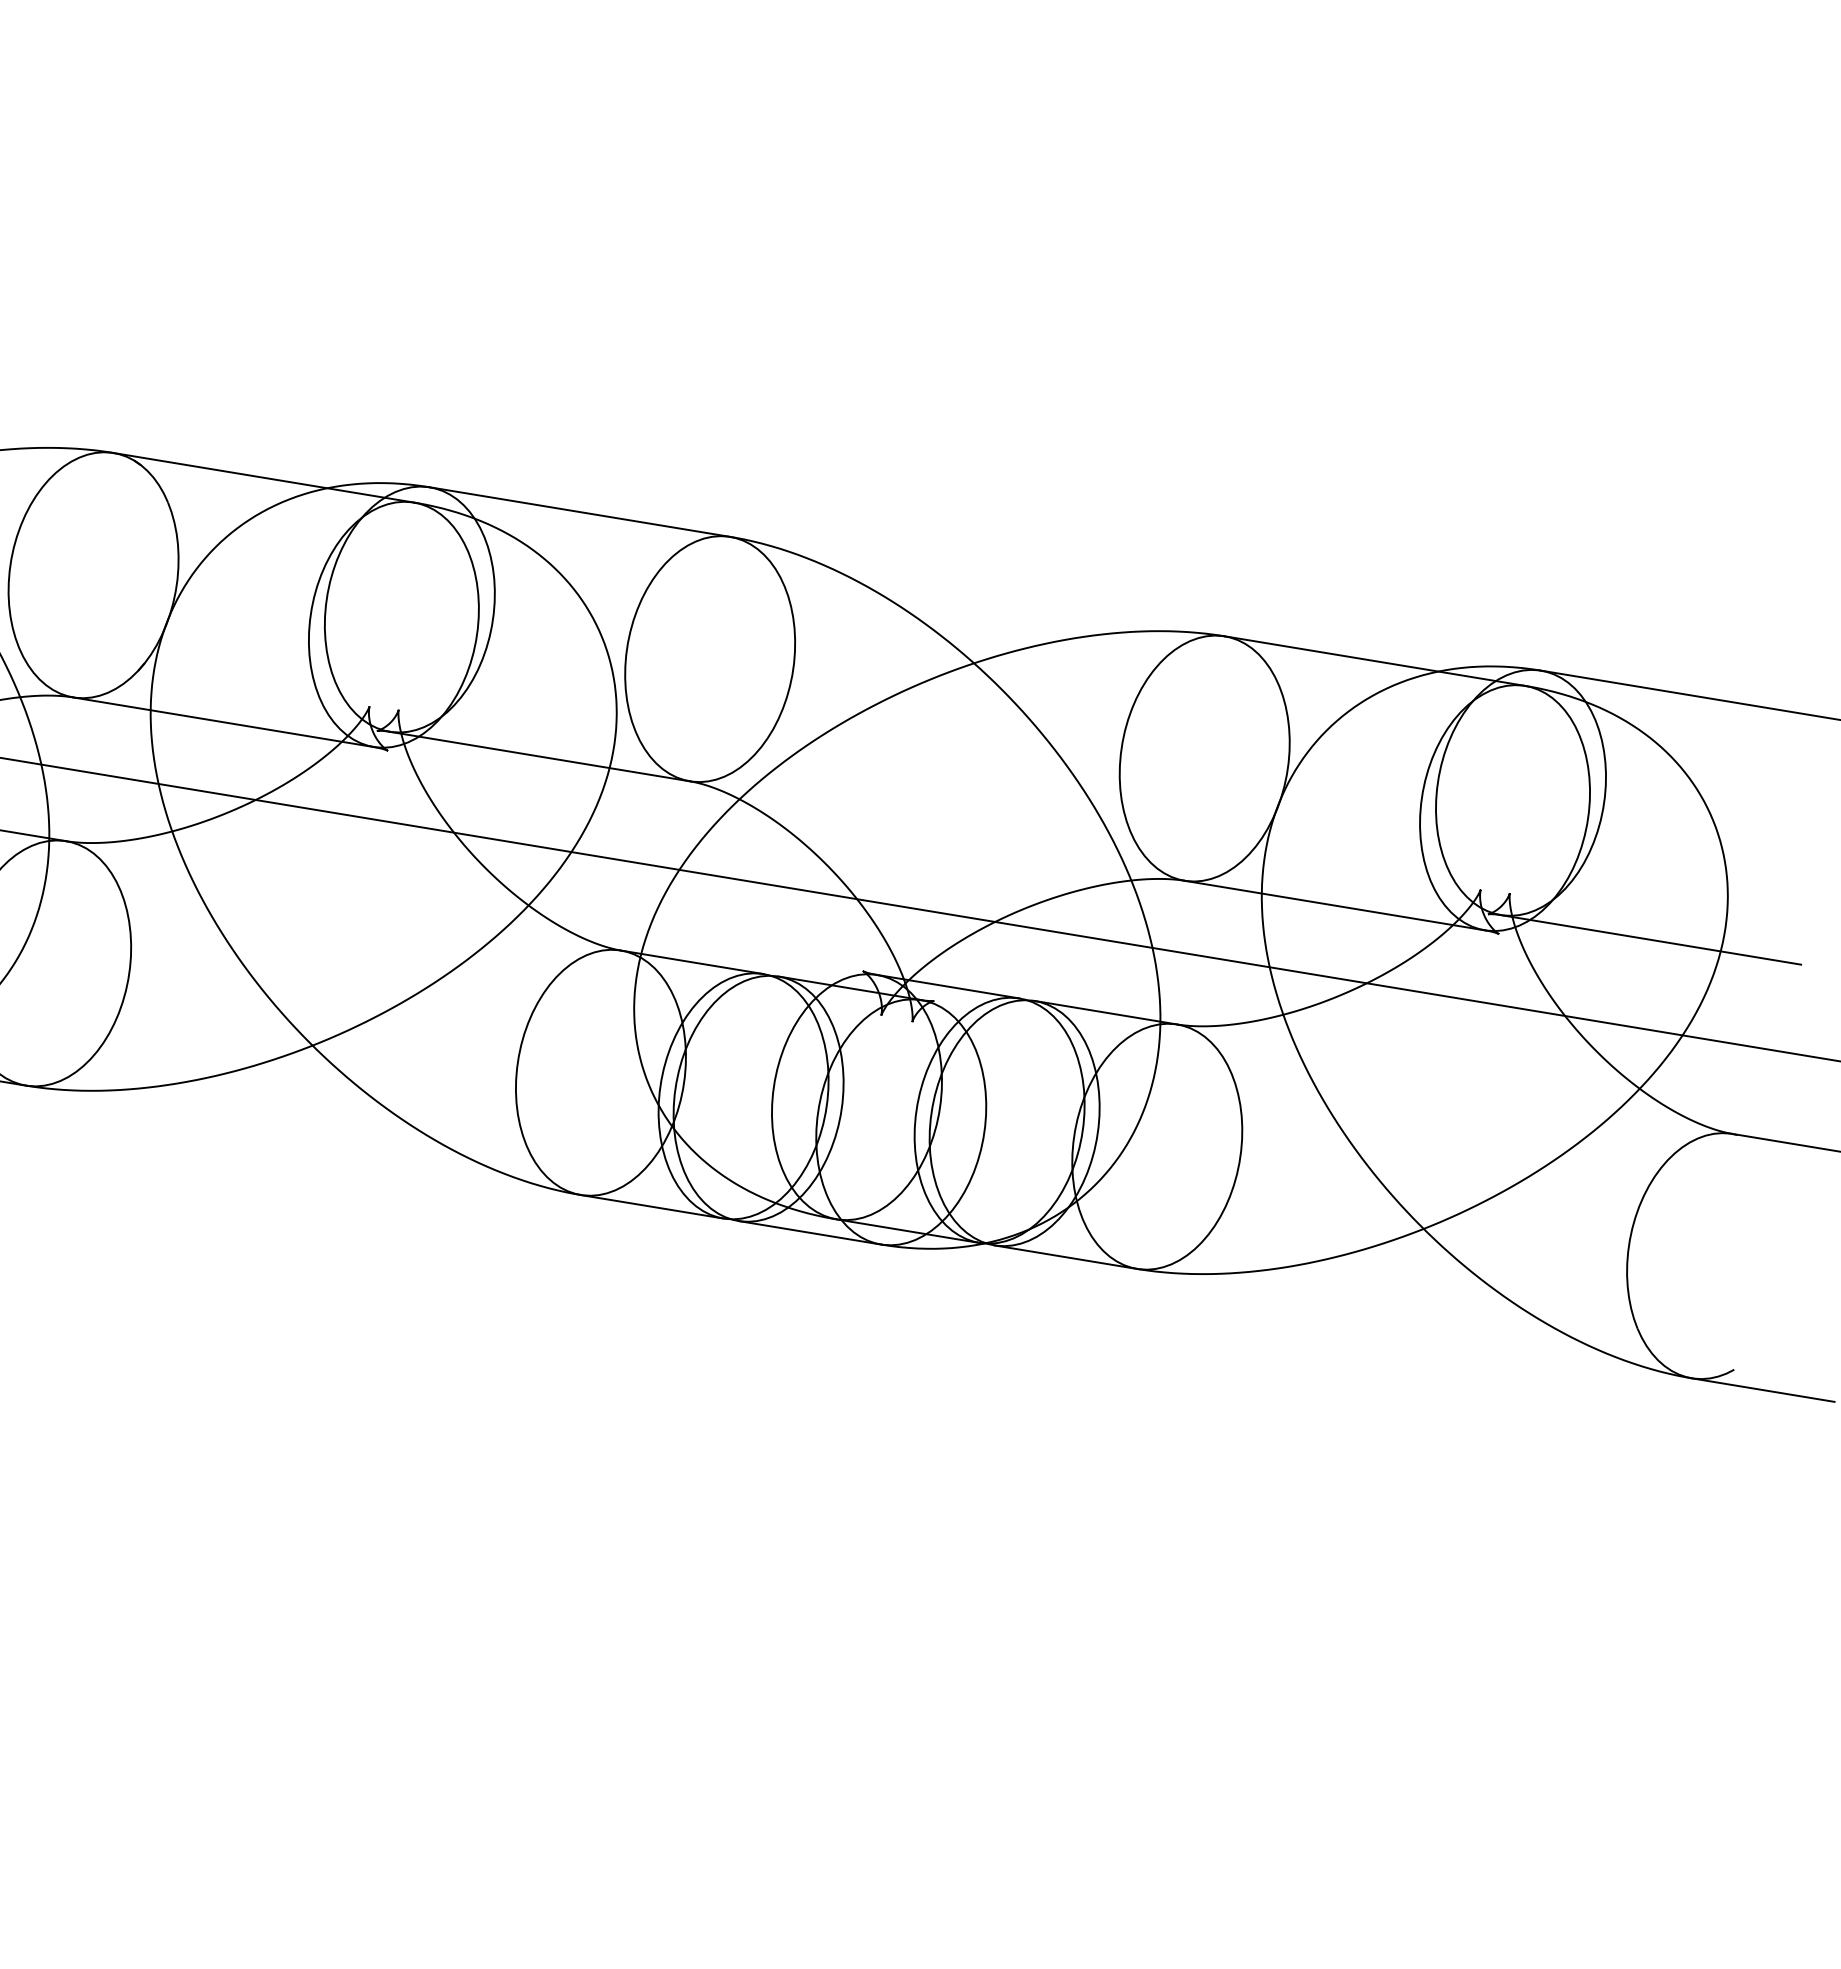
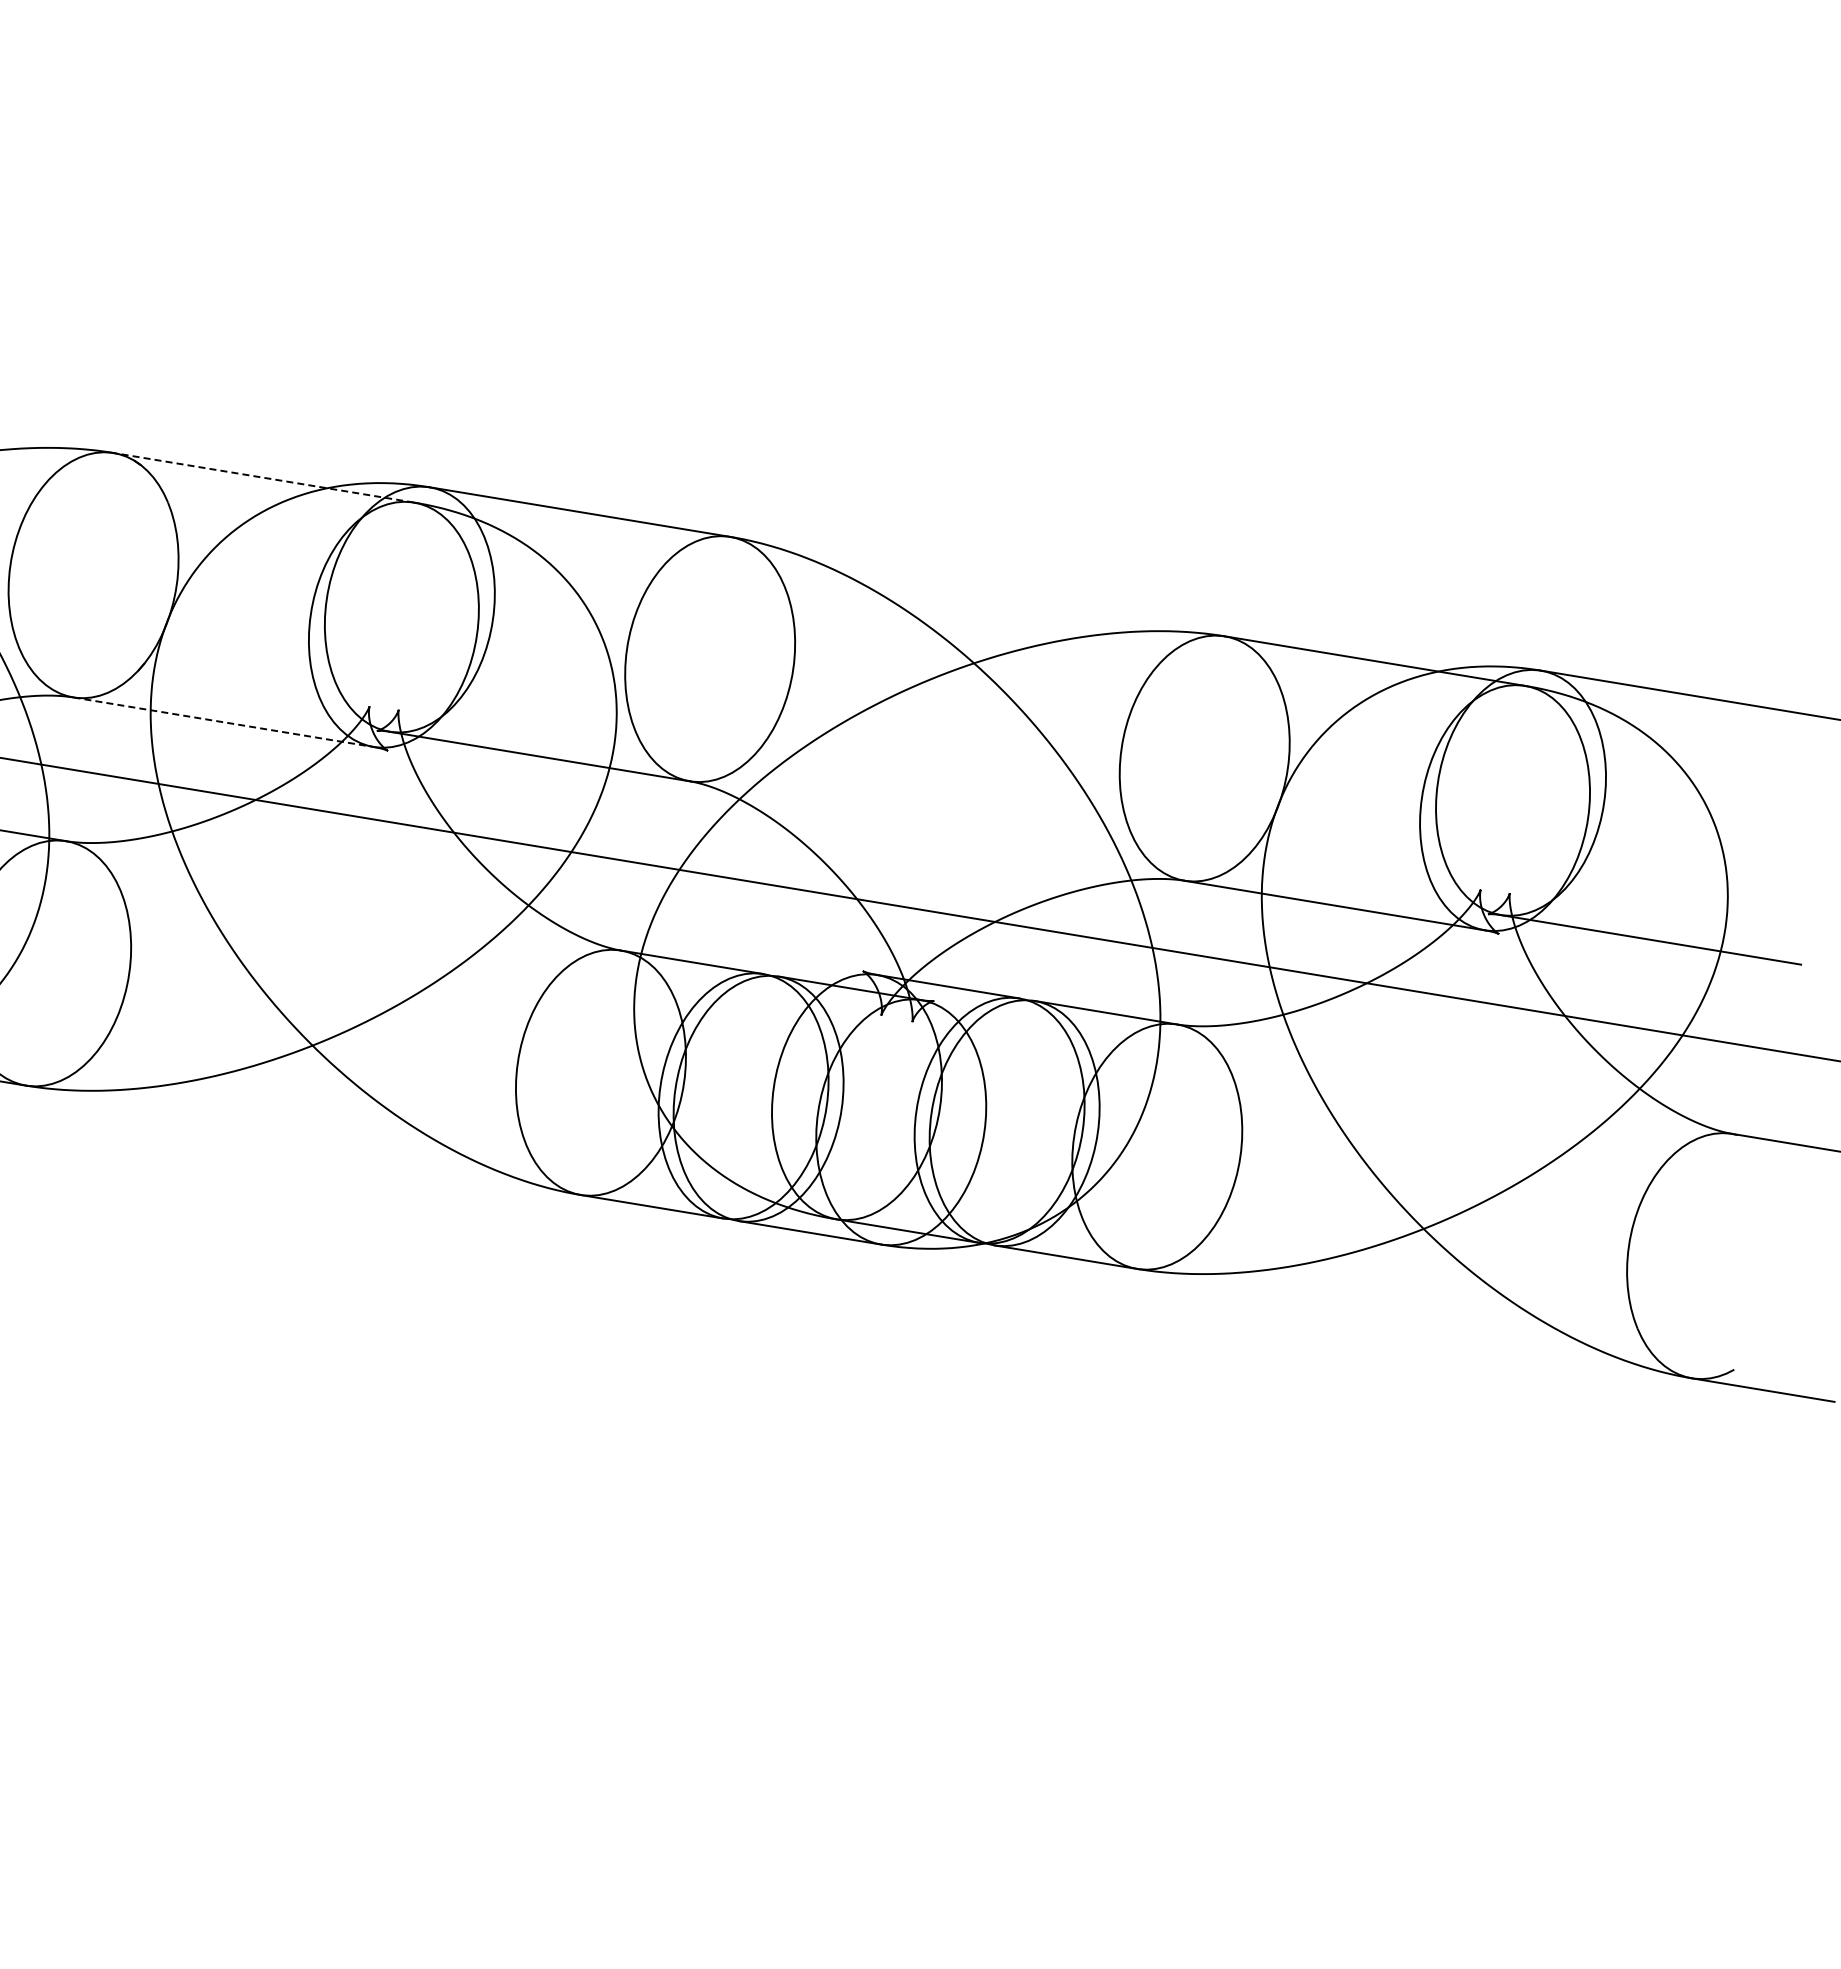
line at (263, 477): solid -> dashed
line at (224, 722): solid -> dashed
